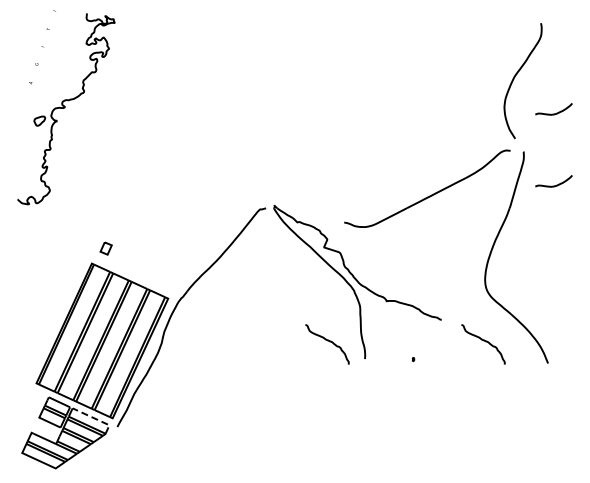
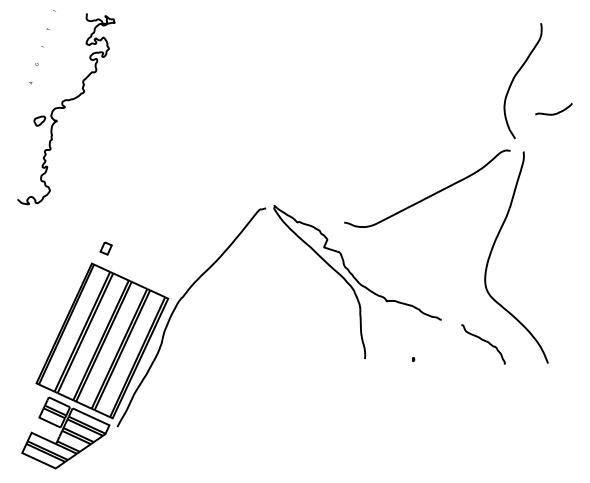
curve at (553, 185): present -> none
curve at (329, 342): present -> none
line at (96, 419): dashed -> solid
